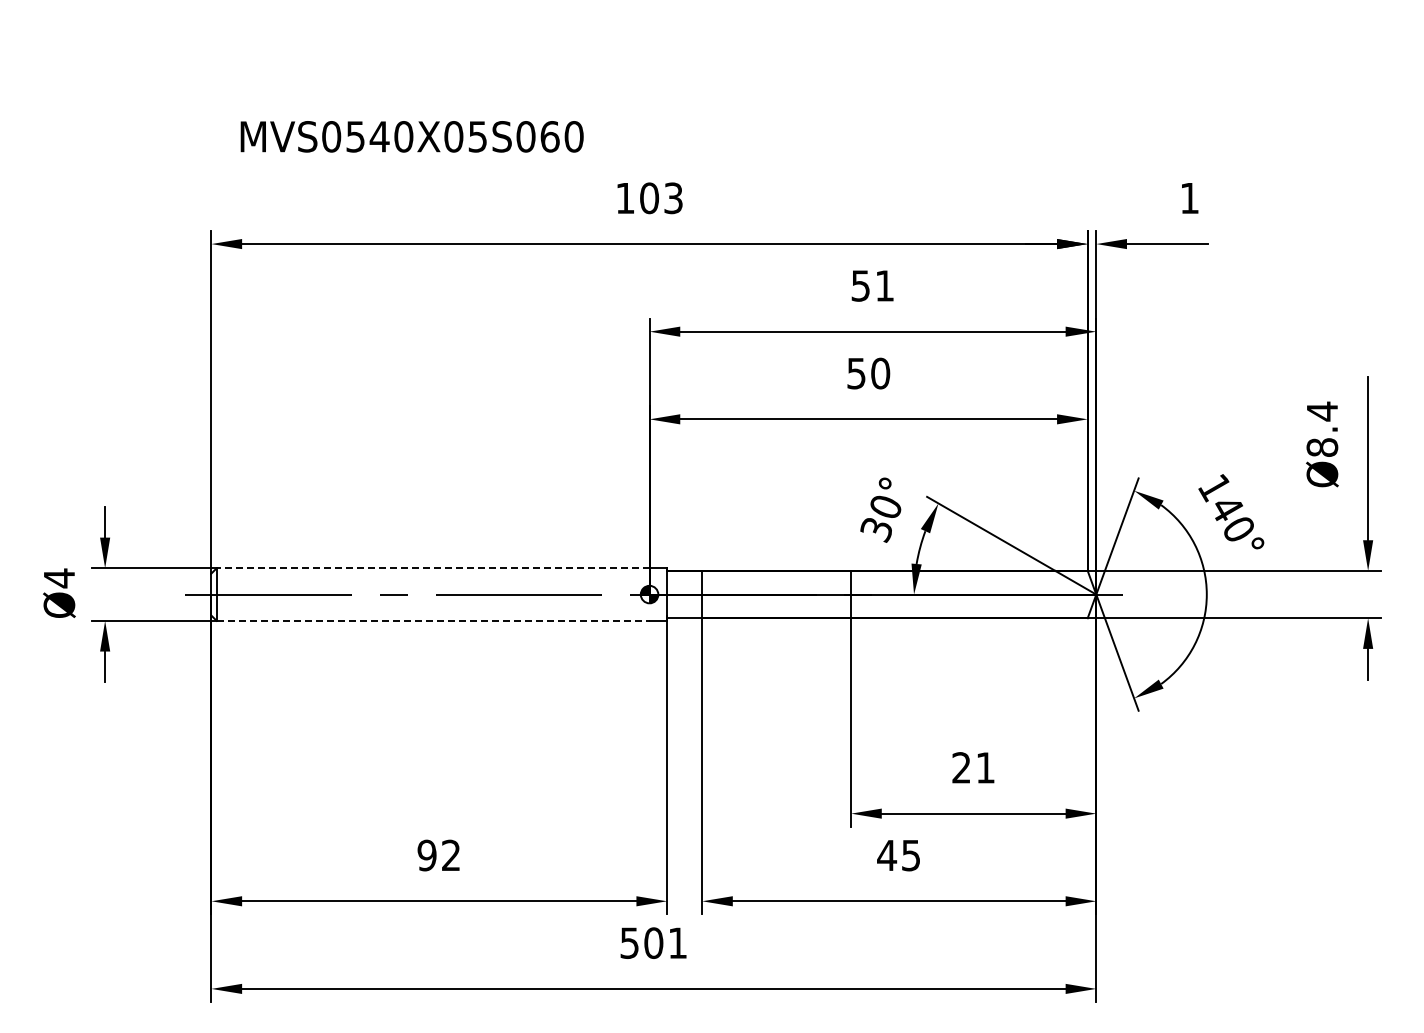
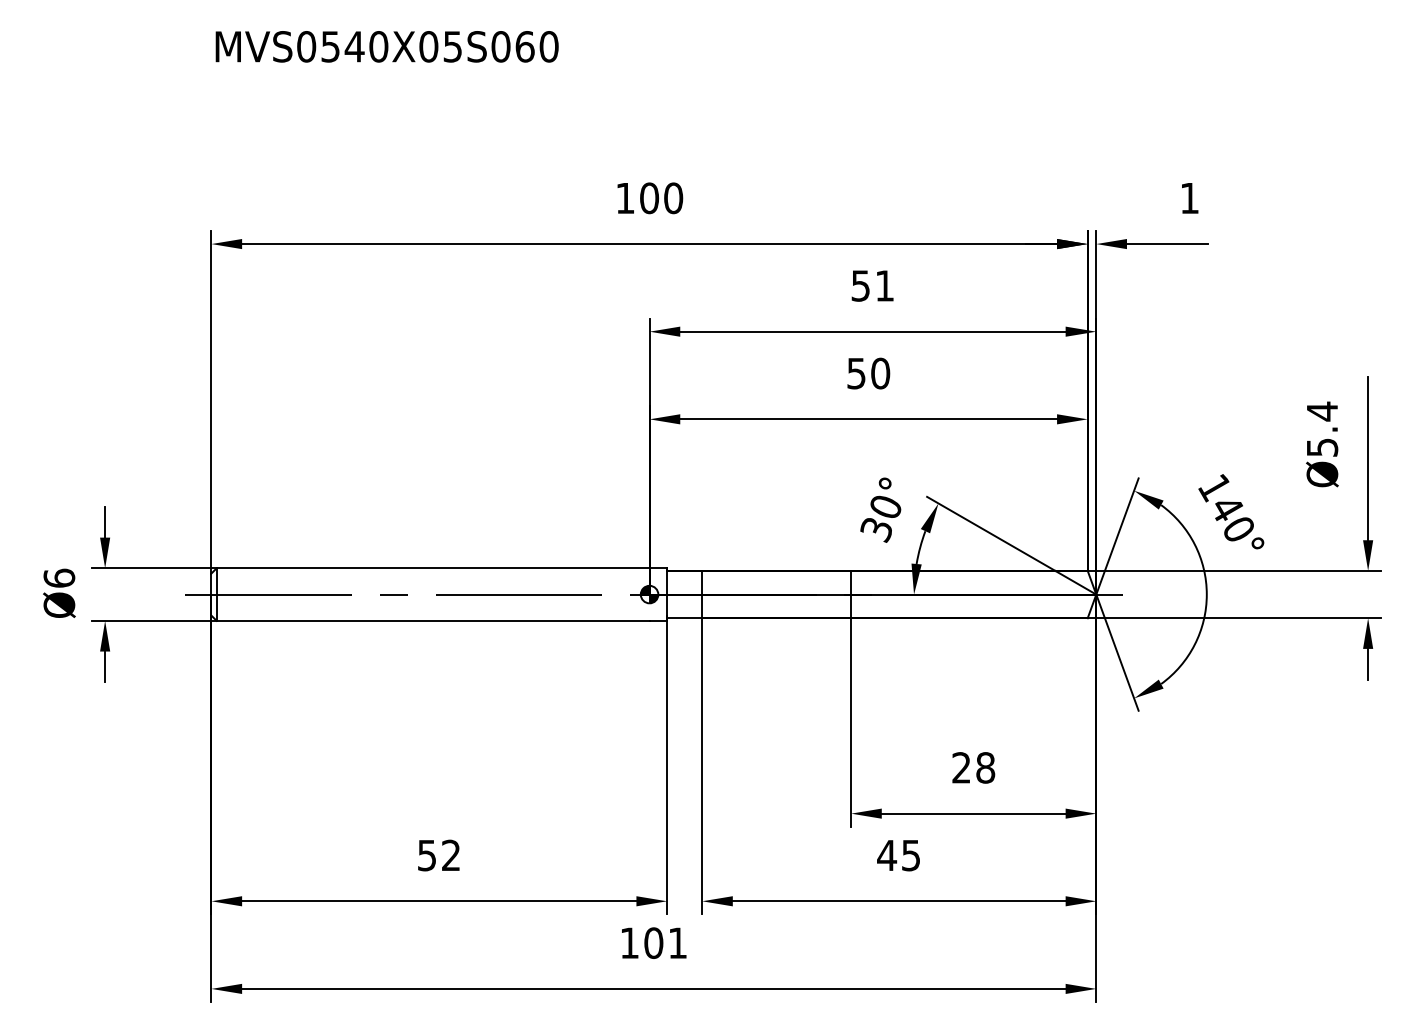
text at (411, 136) position: (411, 136) -> (386, 46)
text at (673, 198): 103 -> 100
text at (1322, 447): Ø8.4 -> Ø5.4
line at (432, 568): dashed -> solid
text at (59, 578): Ø4 -> Ø6
line at (433, 620): dashed -> solid
text at (985, 767): 21 -> 28
text at (426, 855): 92 -> 52
text at (629, 942): 501 -> 101
